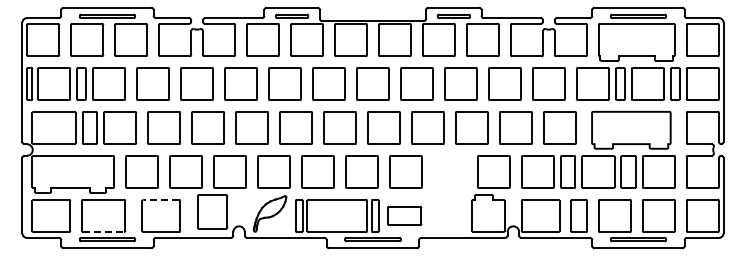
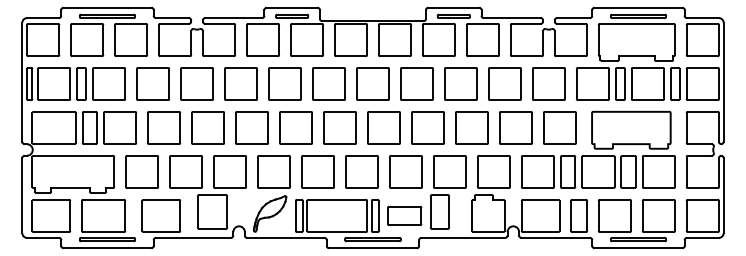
part at (448, 192): none -> present
line at (161, 199): dashed -> solid
line at (103, 232): dashed -> solid
